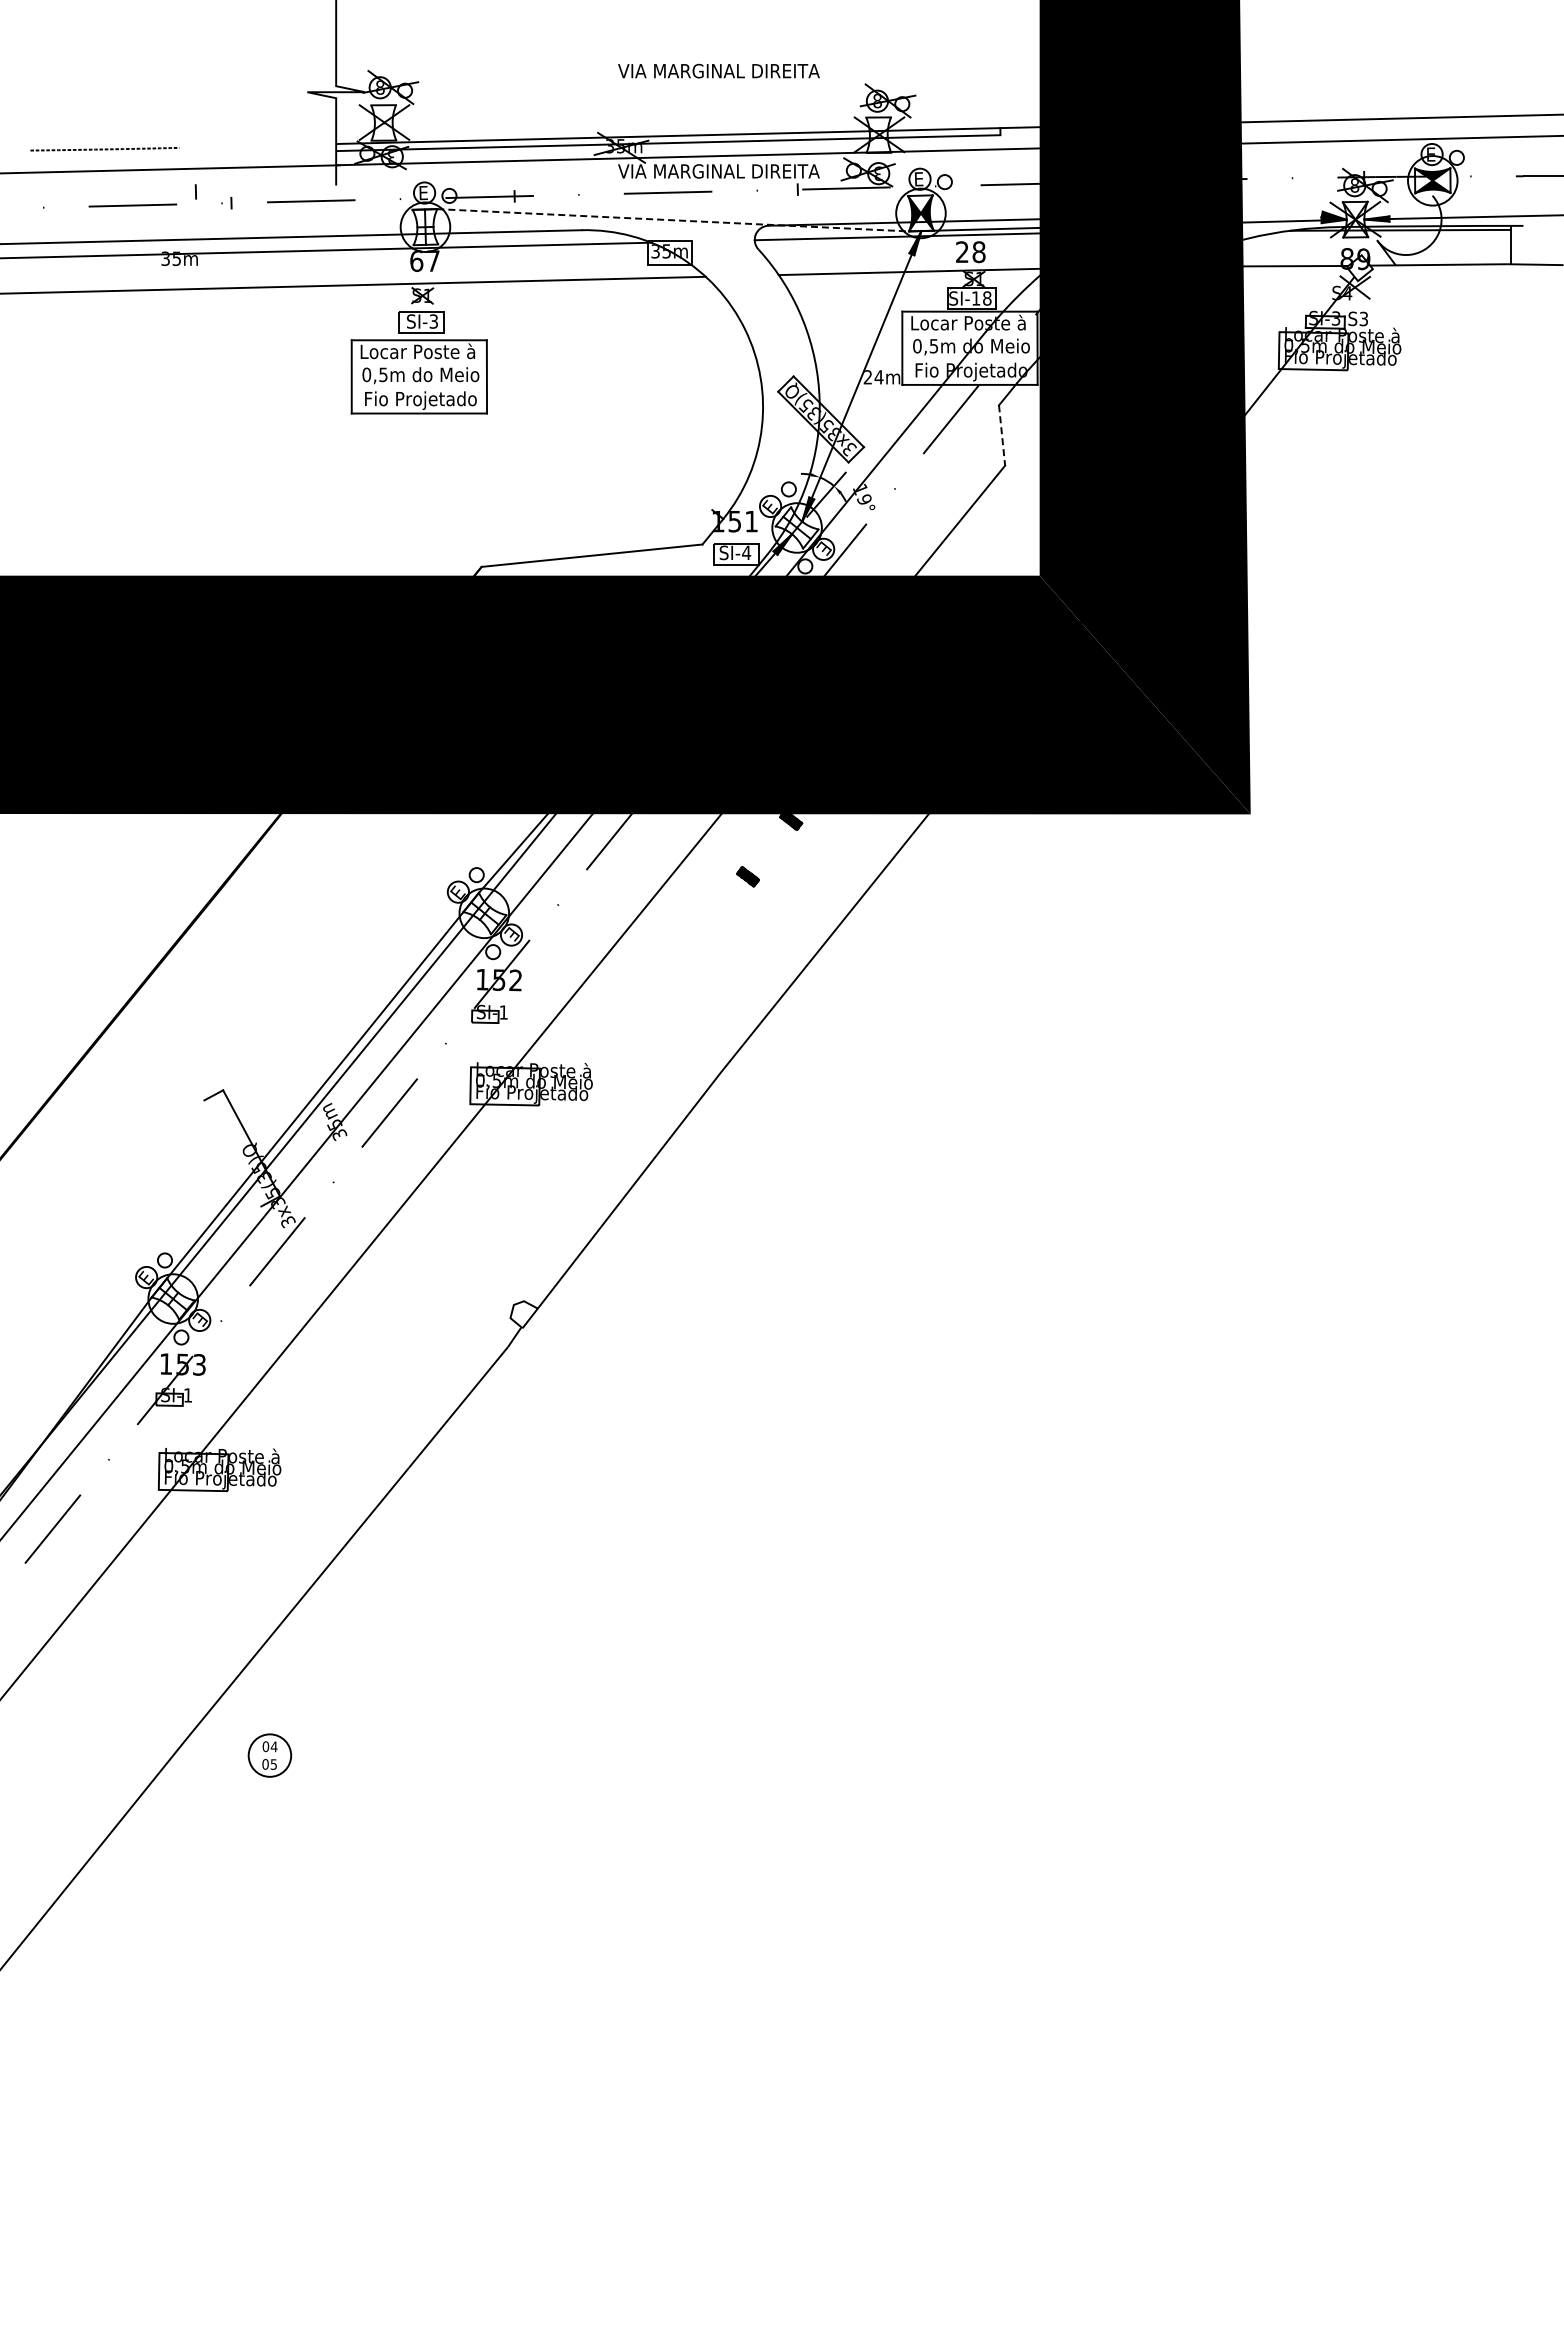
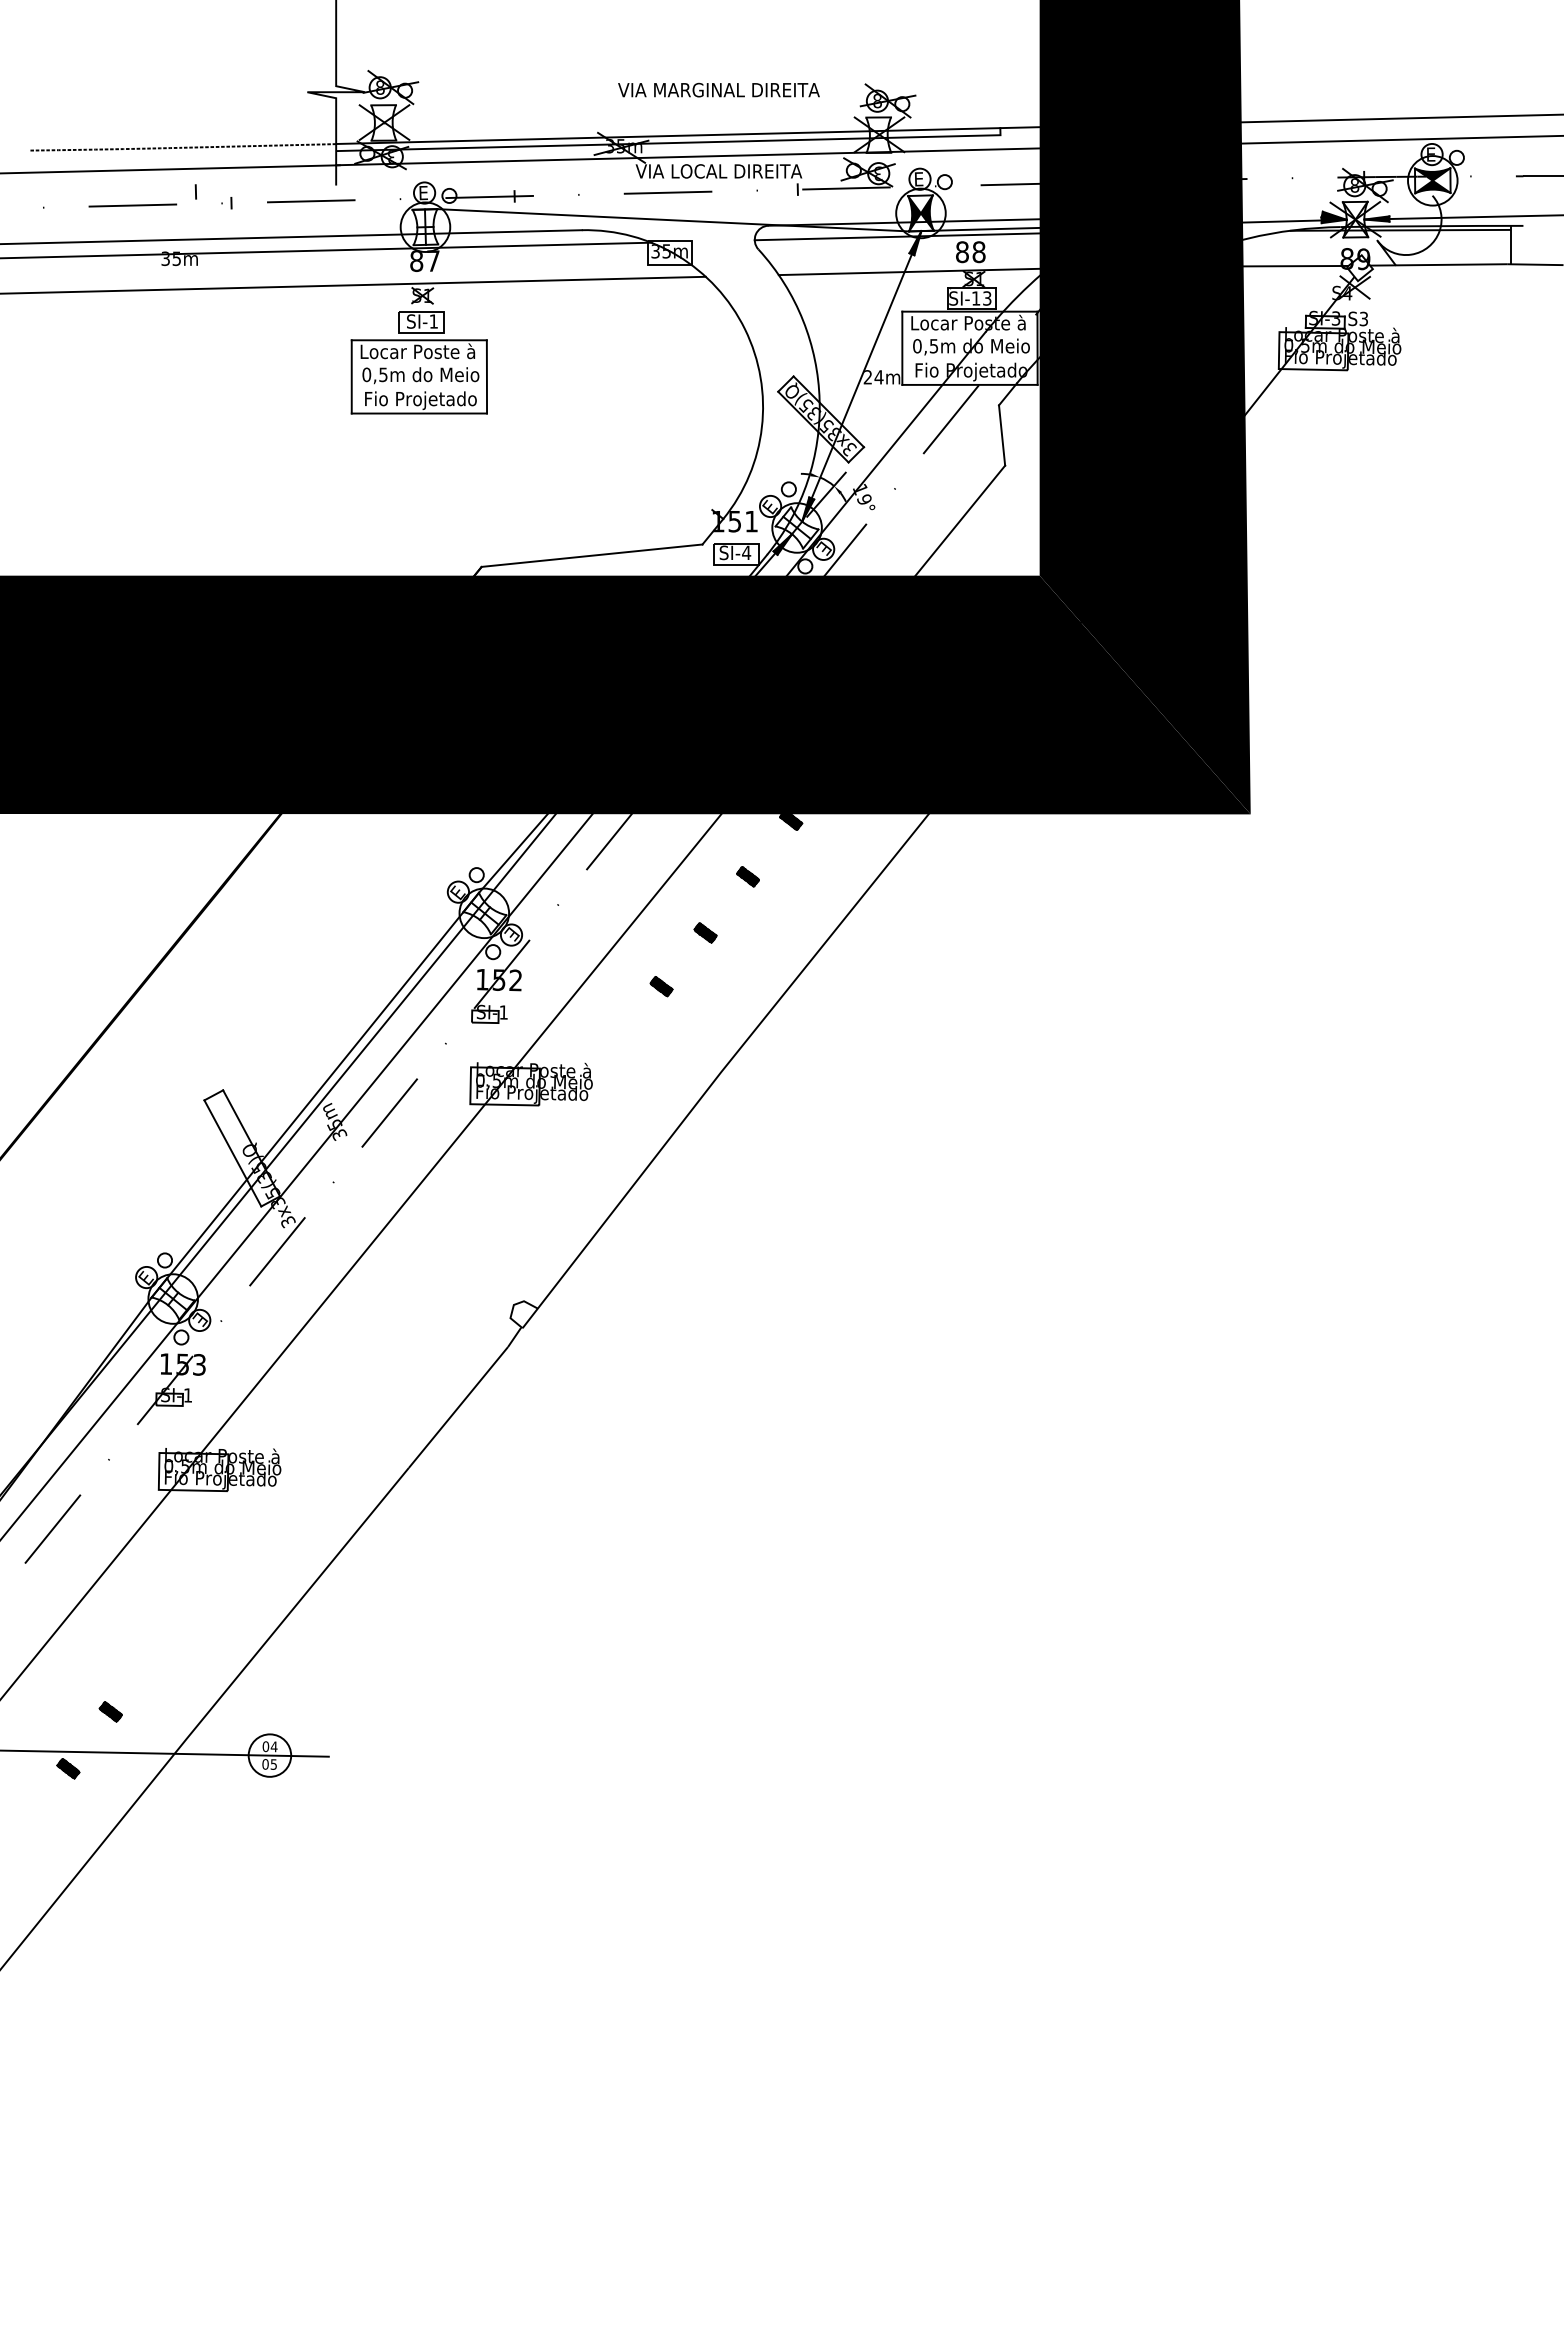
text at (718, 70) position: (718, 70) -> (718, 89)
line at (257, 145): none -> present
text at (718, 171): VIA MARGINAL DIREITA -> VIA LOCAL DIREITA
line at (673, 220): dashed -> solid
text at (962, 252): 28 -> 88
text at (416, 260): 67 -> 87
text at (987, 298): SI-18 -> SI-13
text at (433, 321): SI-3 -> SI-1
line at (1002, 436): dashed -> solid
hatch at (704, 932): none -> present
hatch at (660, 985): none -> present
line at (232, 1153): none -> present
hatch at (110, 1711): none -> present
line at (165, 1753): none -> present
hatch at (67, 1767): none -> present
